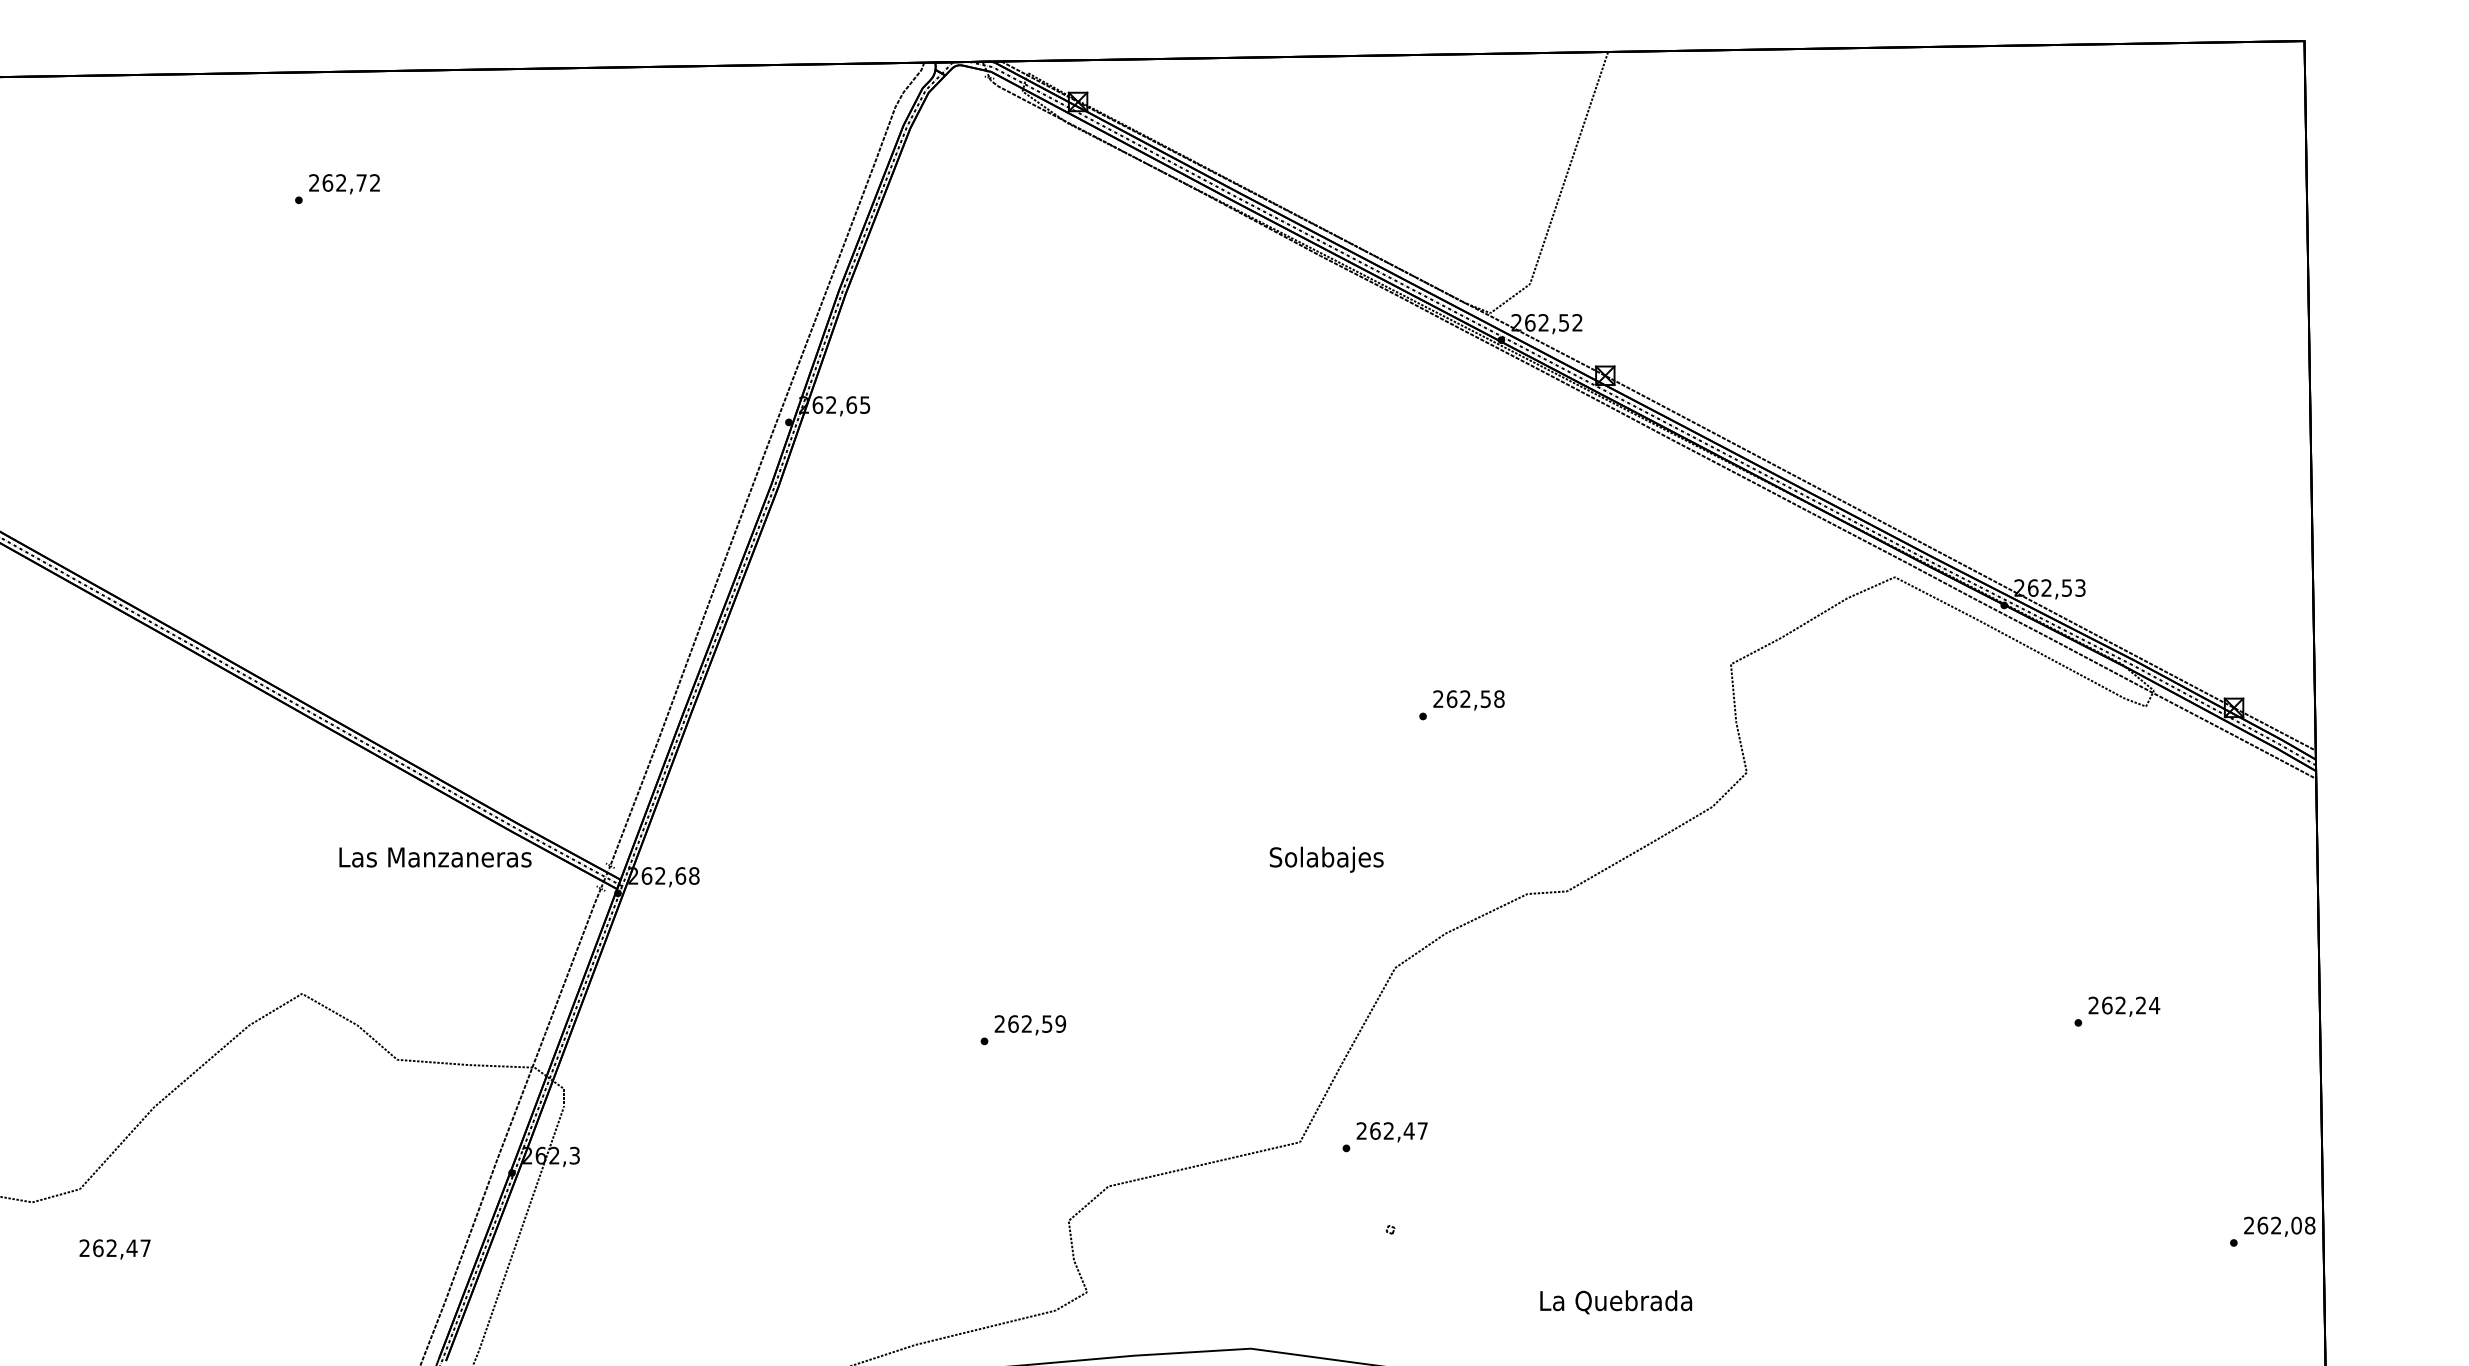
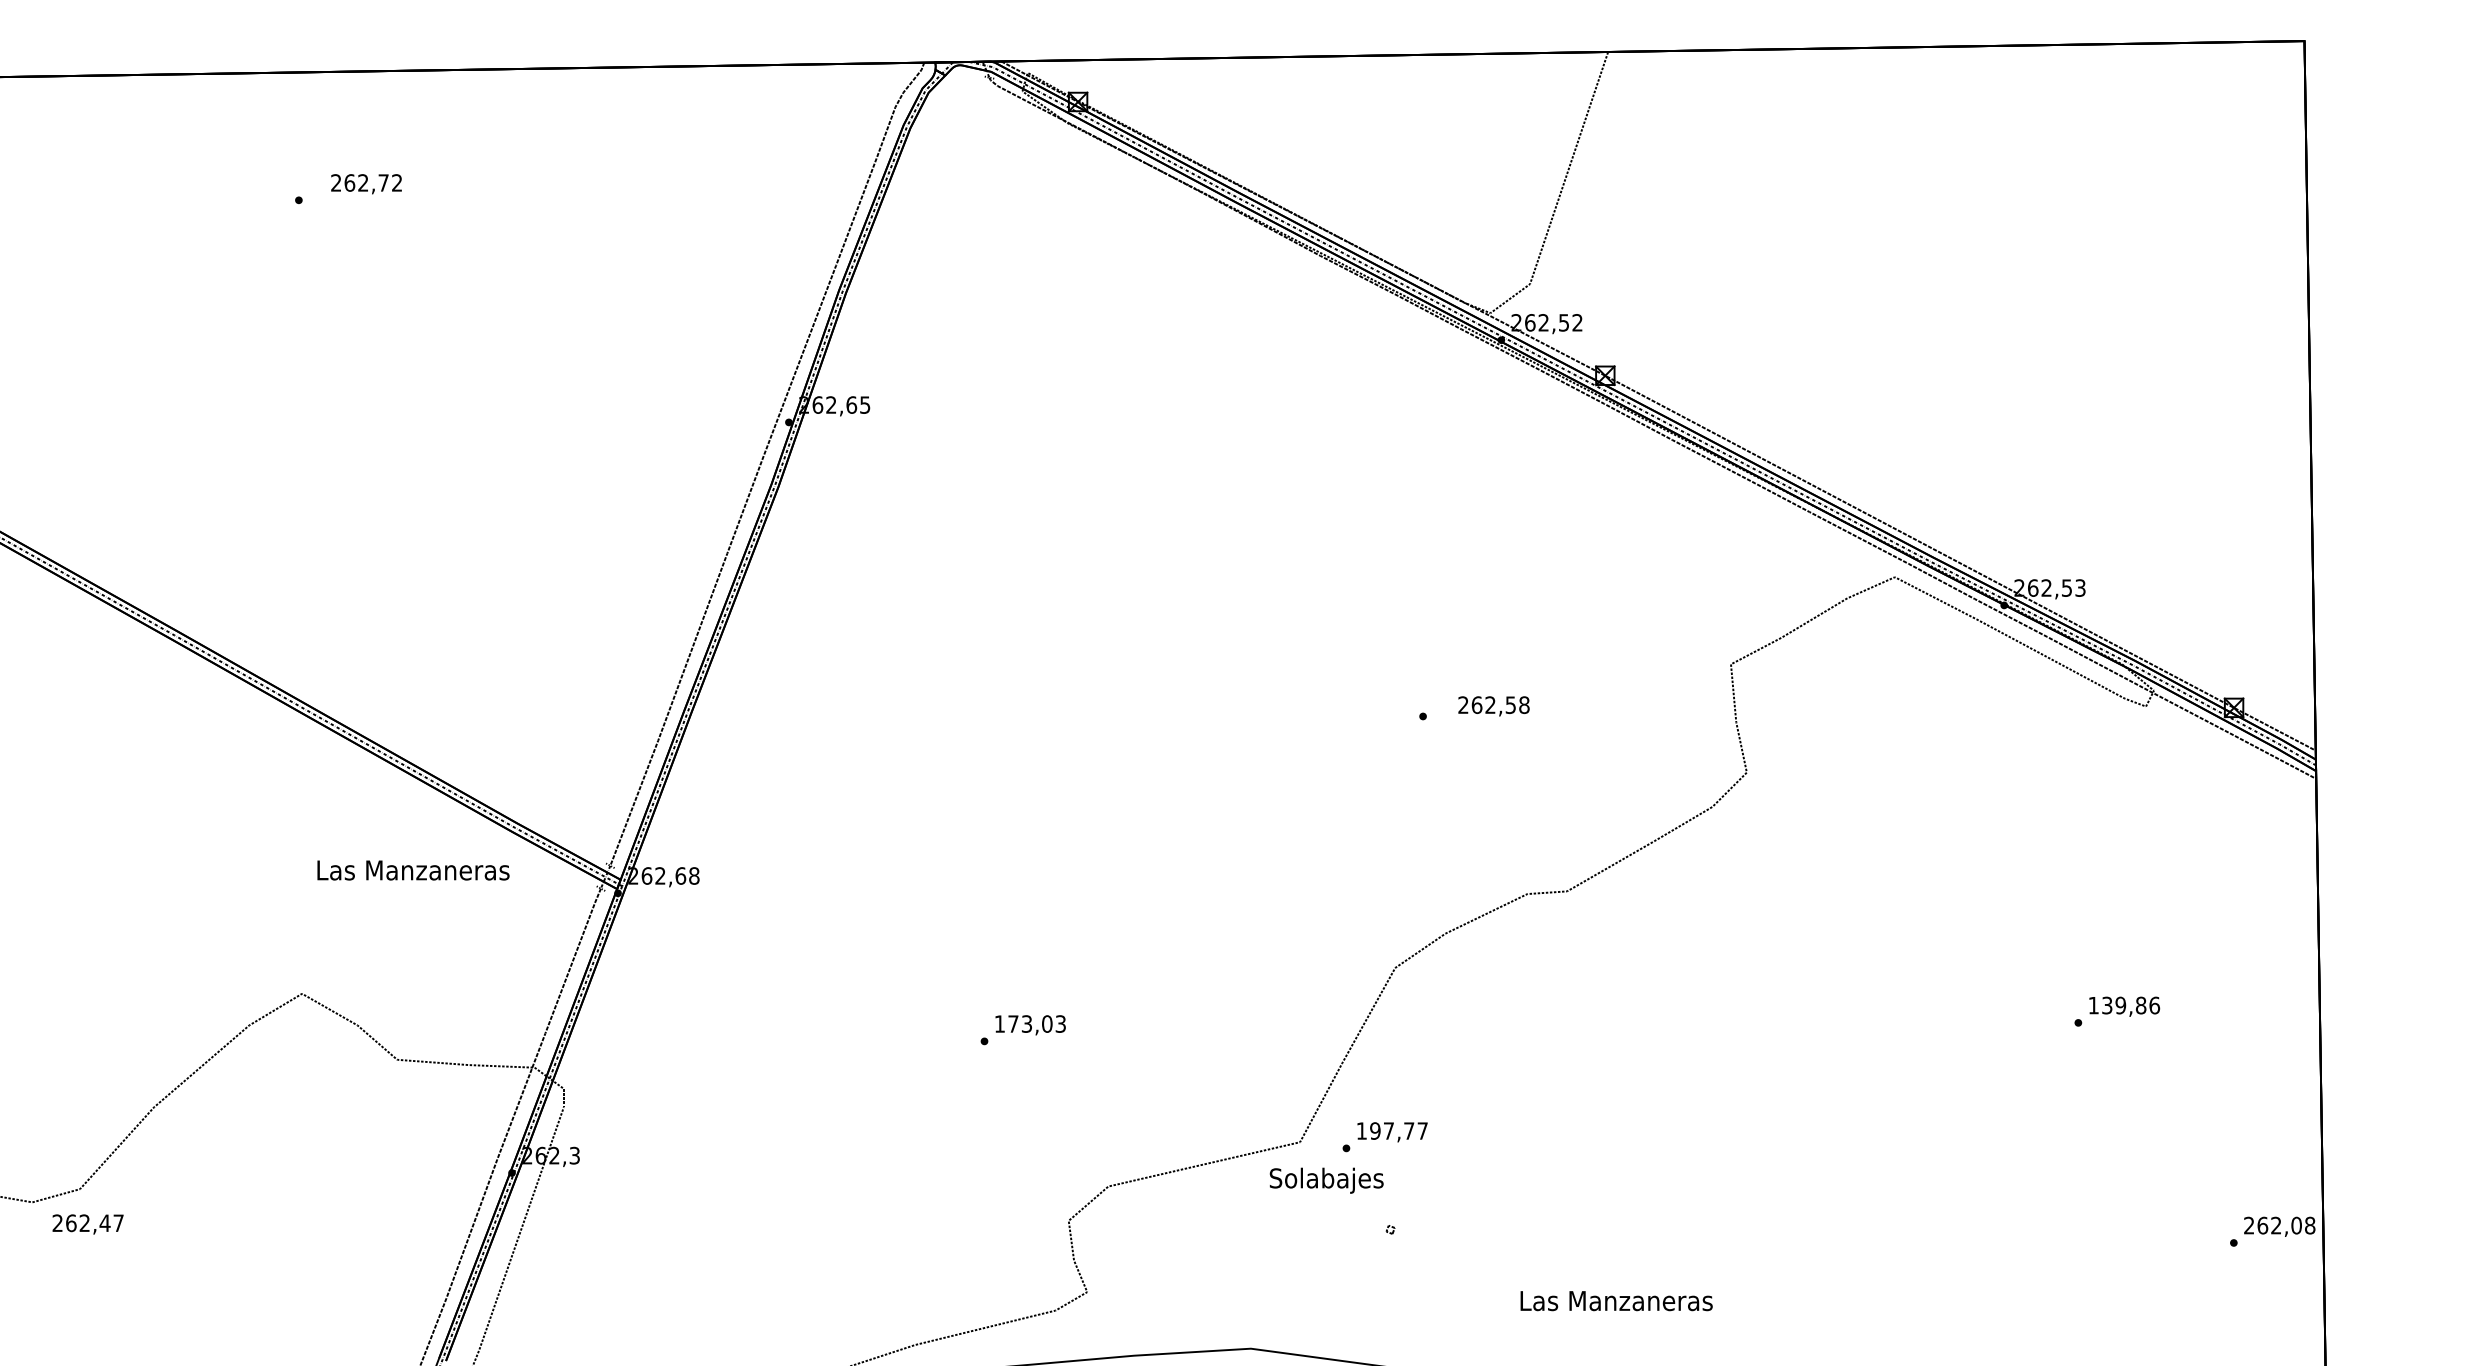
text at (344, 184) position: (344, 184) -> (366, 184)
text at (1468, 700) position: (1468, 700) -> (1493, 706)
text at (435, 857) position: (435, 857) -> (413, 870)
text at (1326, 859) position: (1326, 859) -> (1326, 1180)
text at (2124, 1005): 262,24 -> 139,86
text at (1030, 1023): 262,59 -> 173,03
text at (1385, 1130): 262,47 -> 197,77
text at (114, 1249) position: (114, 1249) -> (87, 1224)
text at (1616, 1302): La Quebrada -> Las Manzaneras
